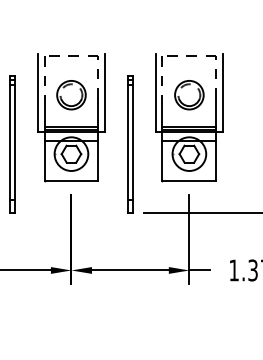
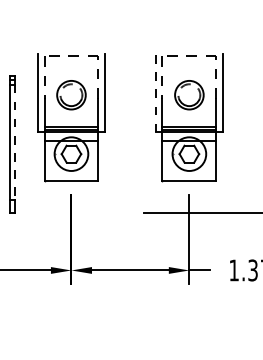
line at (155, 92): solid -> dashed
line at (15, 142): solid -> dashed
part at (130, 144): present -> none
